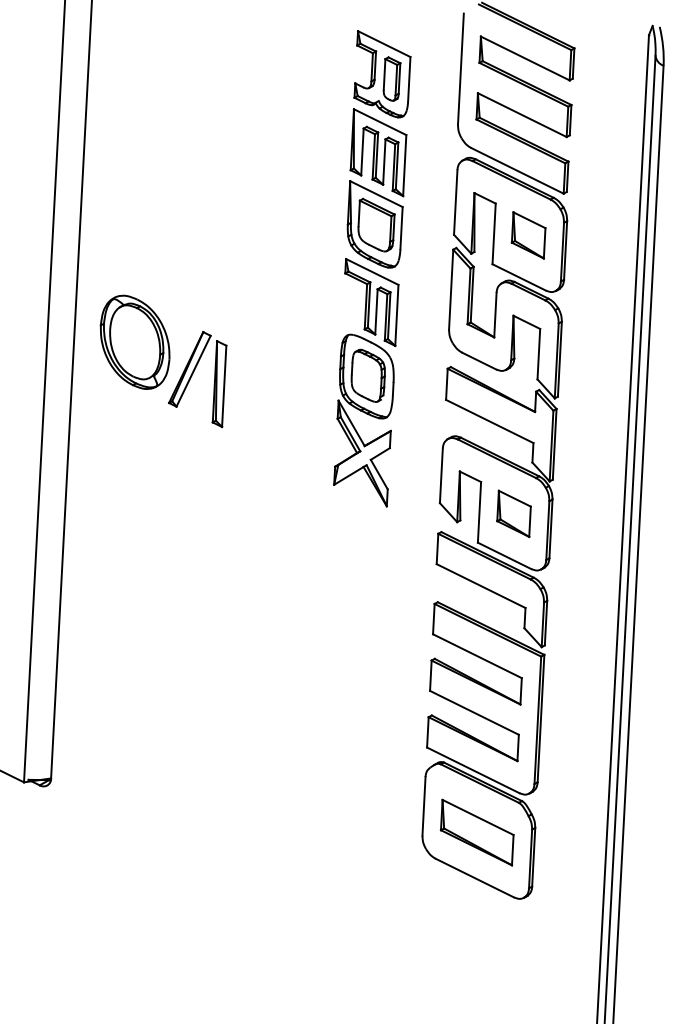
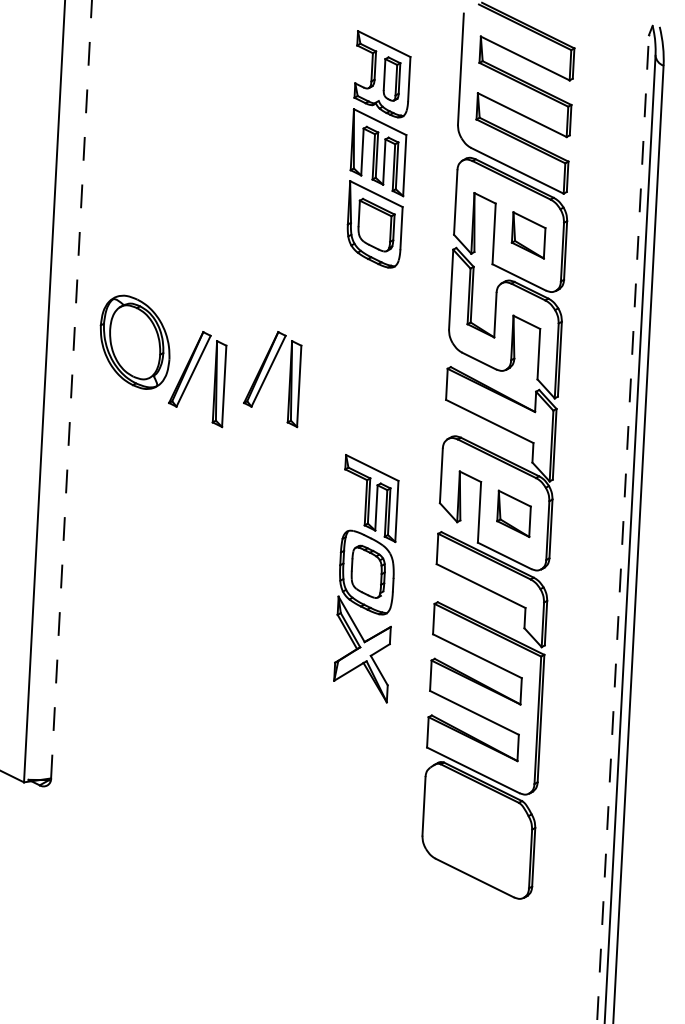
part at (272, 379): none -> present
part at (366, 382) position: (366, 382) -> (366, 578)
line at (71, 389): solid -> dashed
line at (623, 529): solid -> dashed
part at (476, 832): present -> none
